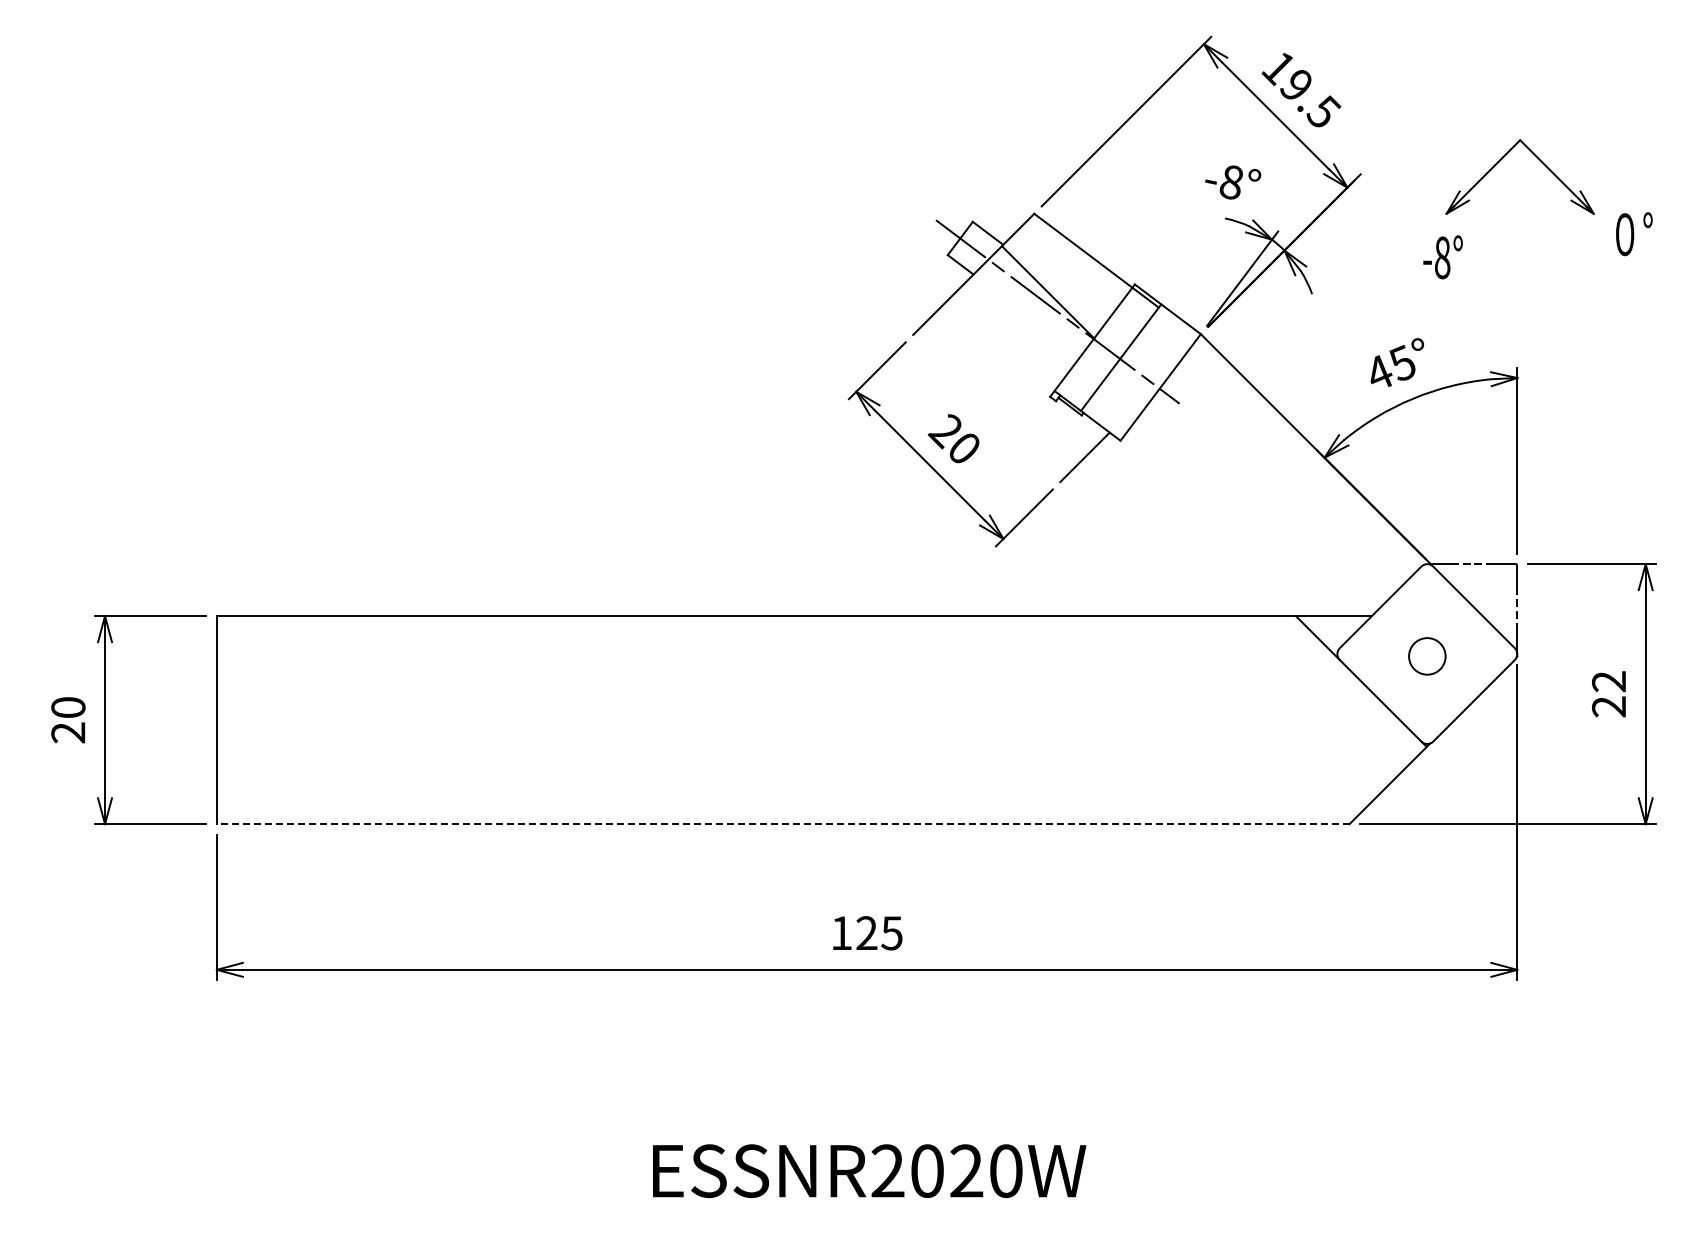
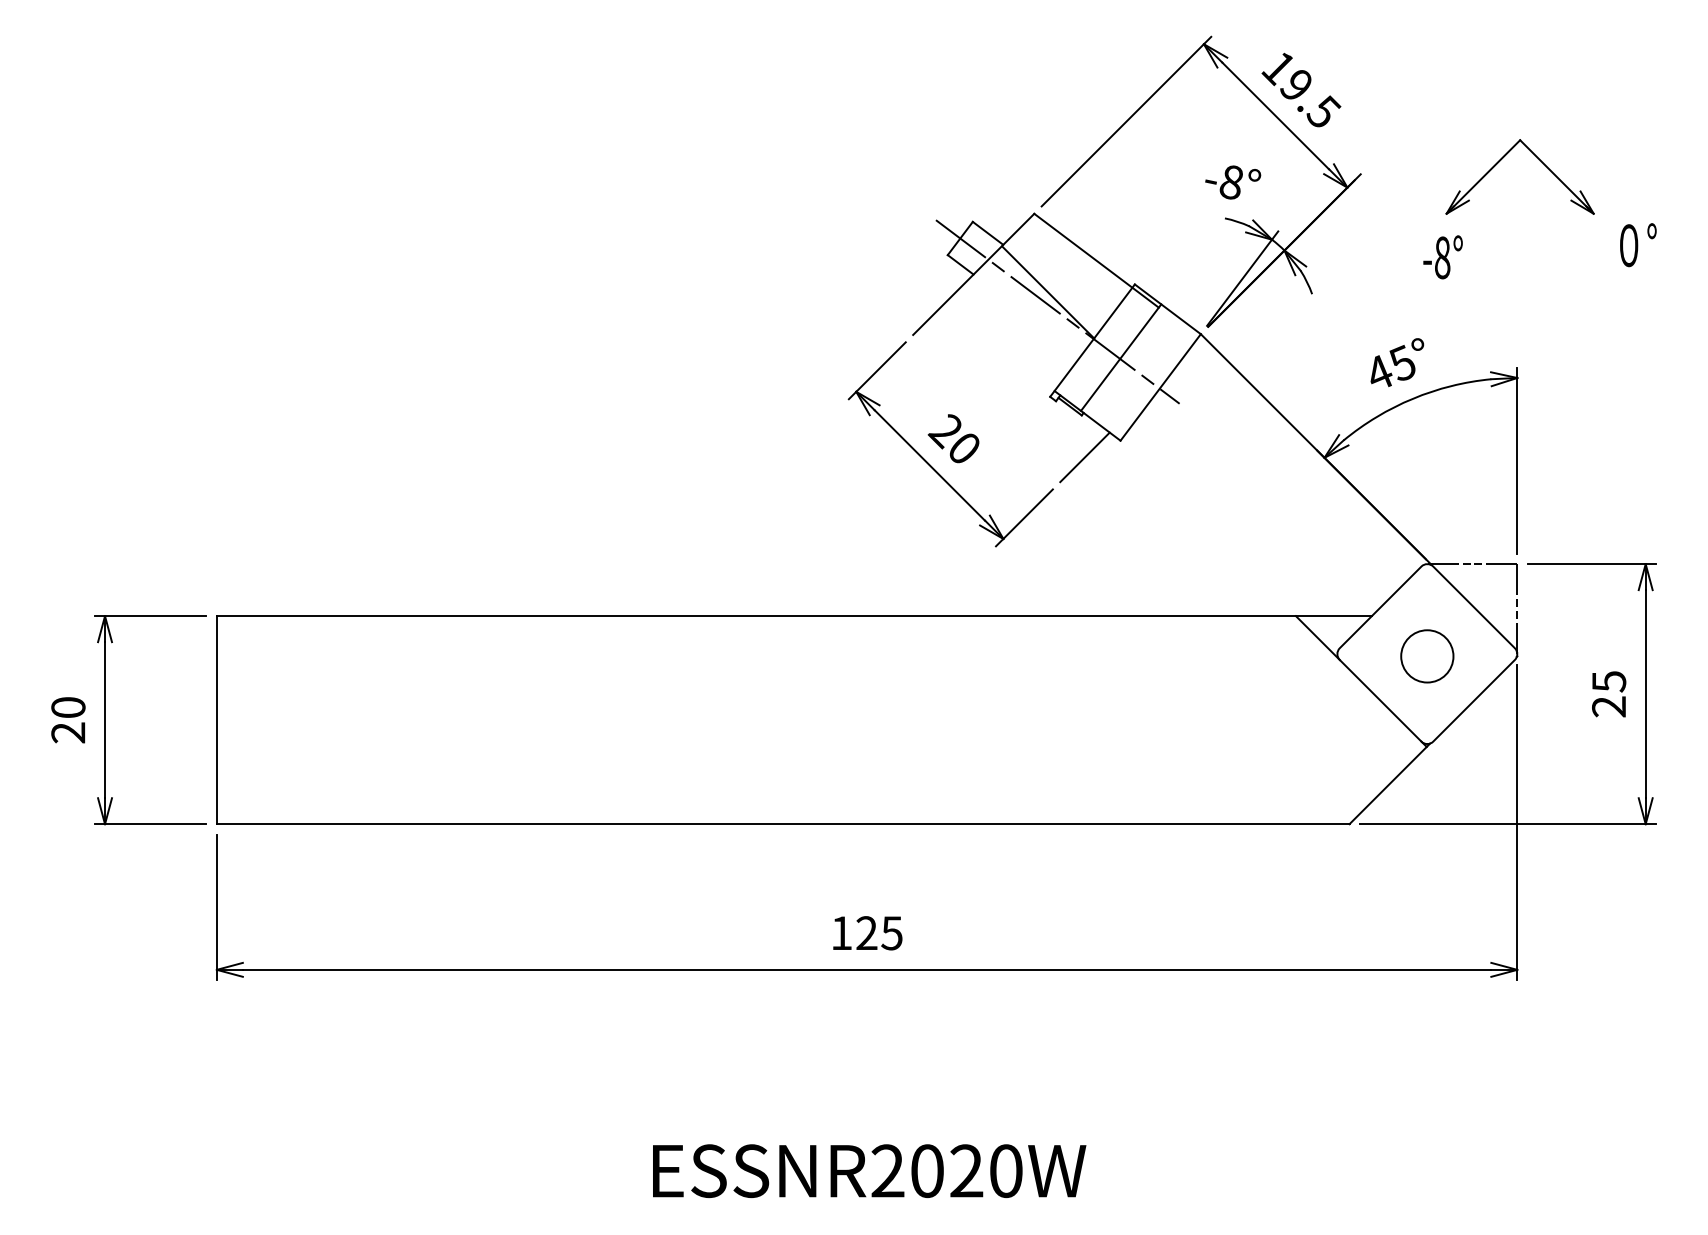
text at (1634, 234) position: (1634, 234) -> (1638, 245)
circle at (1427, 656) diameter: 37 px -> 52 px
text at (1609, 681): 22 -> 25
line at (782, 824): dashed -> solid
